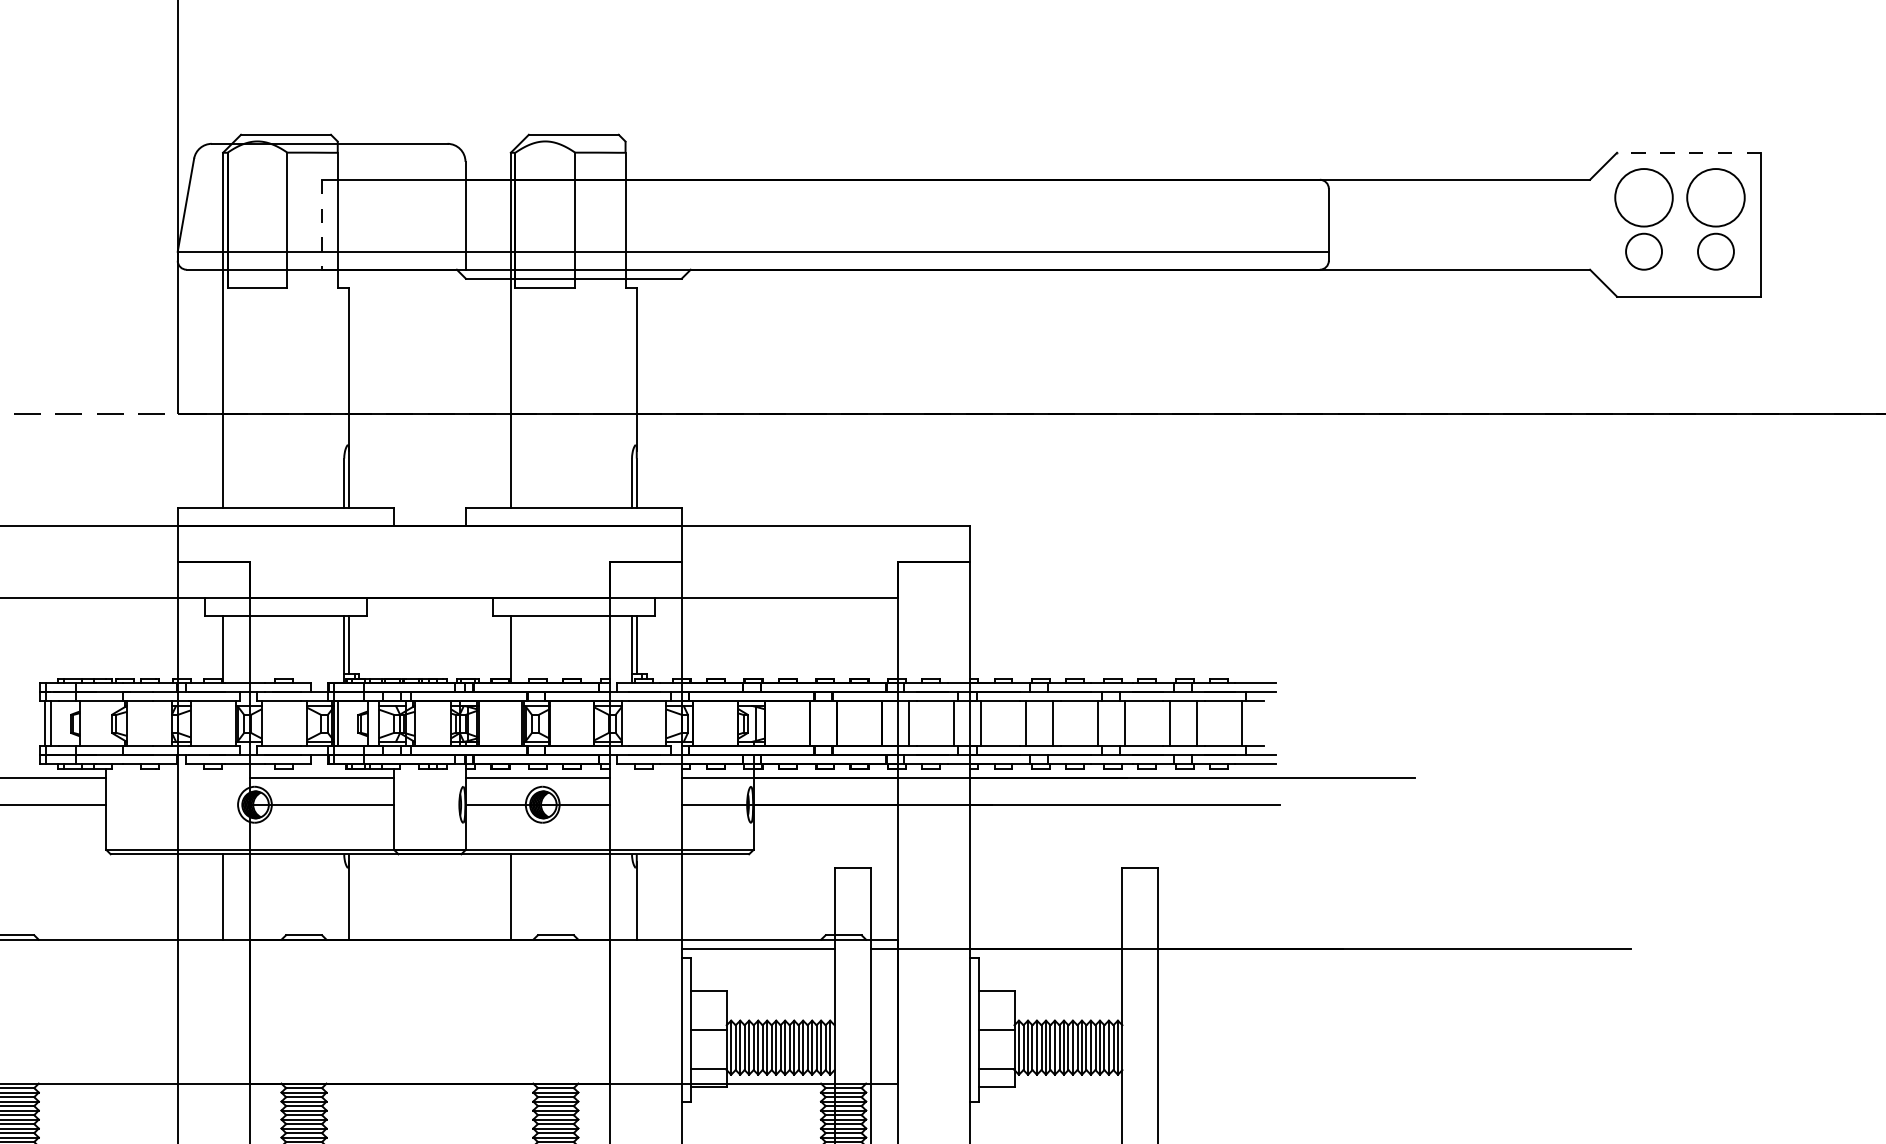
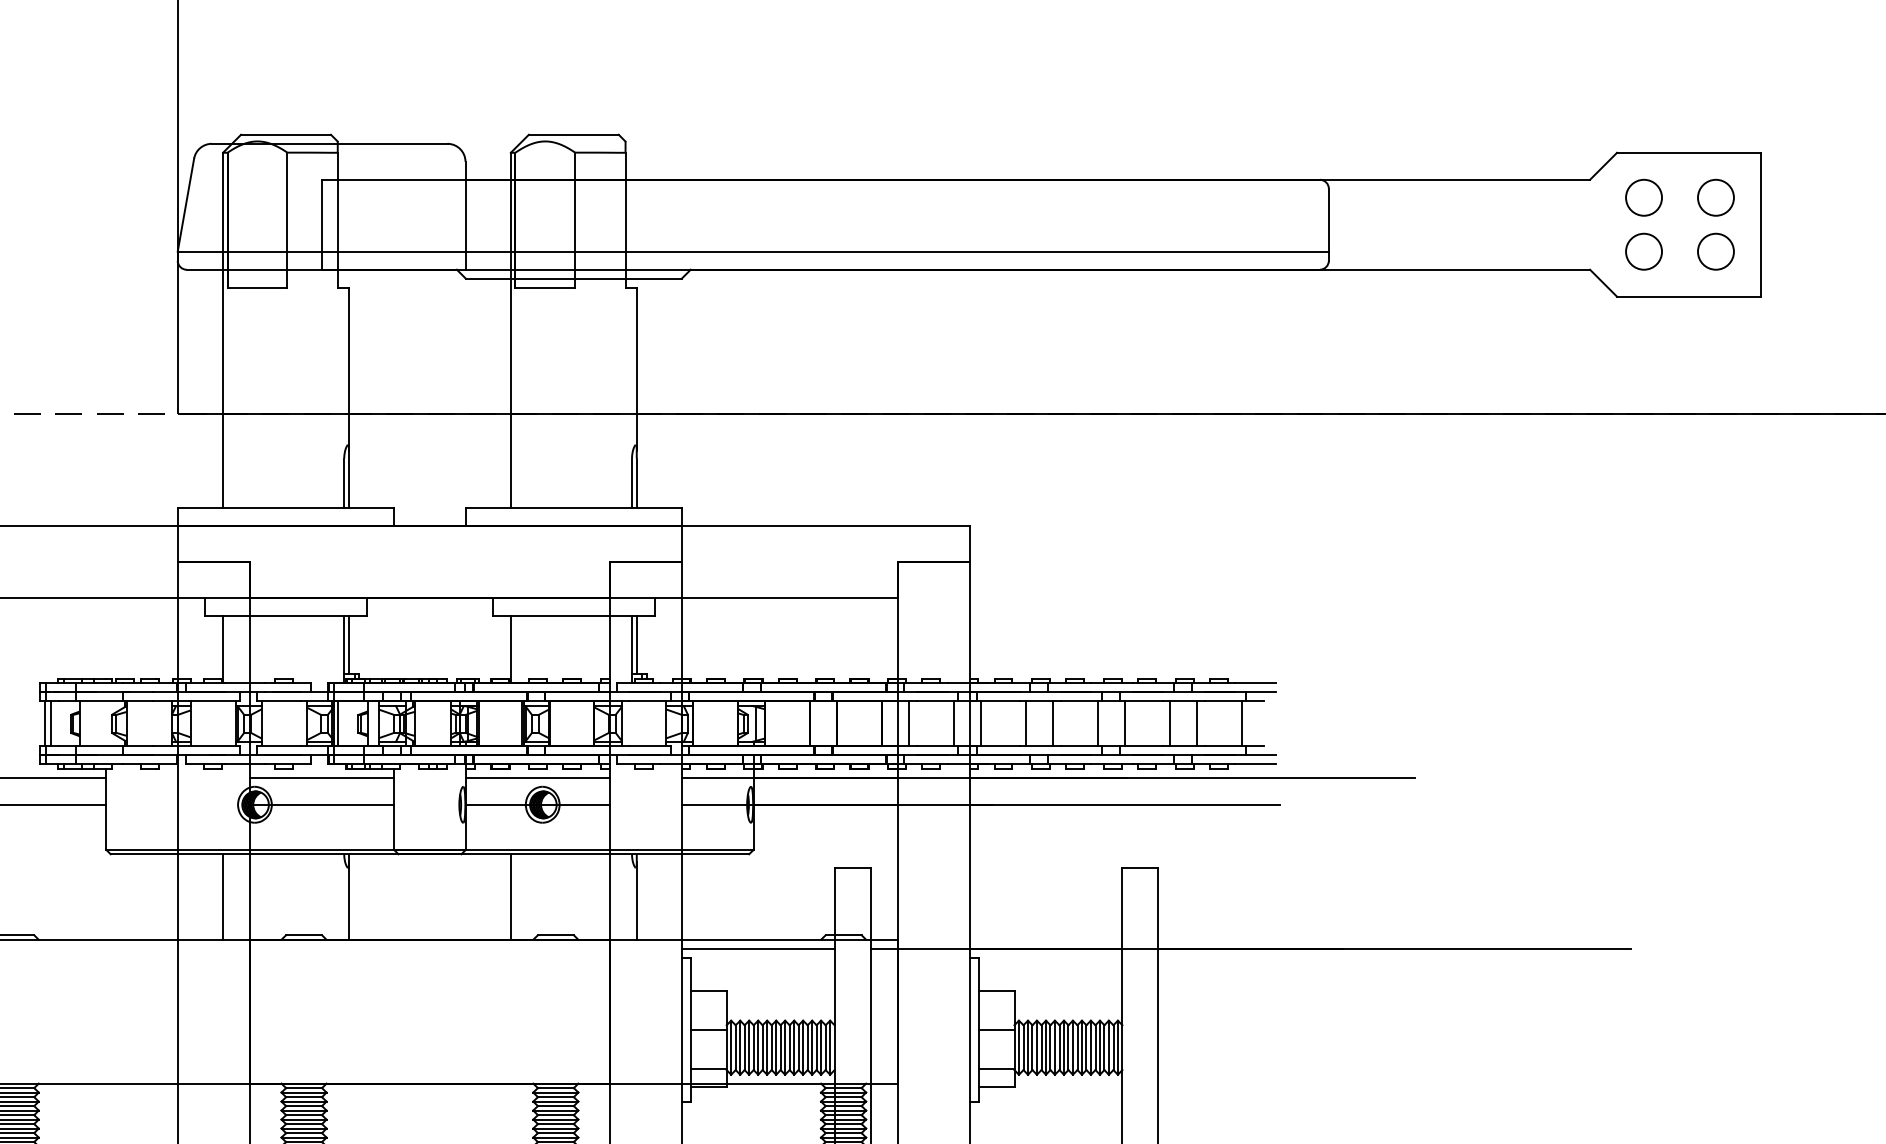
line at (1688, 152): dashed -> solid
circle at (1643, 197) diameter: 58 px -> 36 px
circle at (1715, 197) diameter: 58 px -> 36 px
line at (322, 224): dashed -> solid
